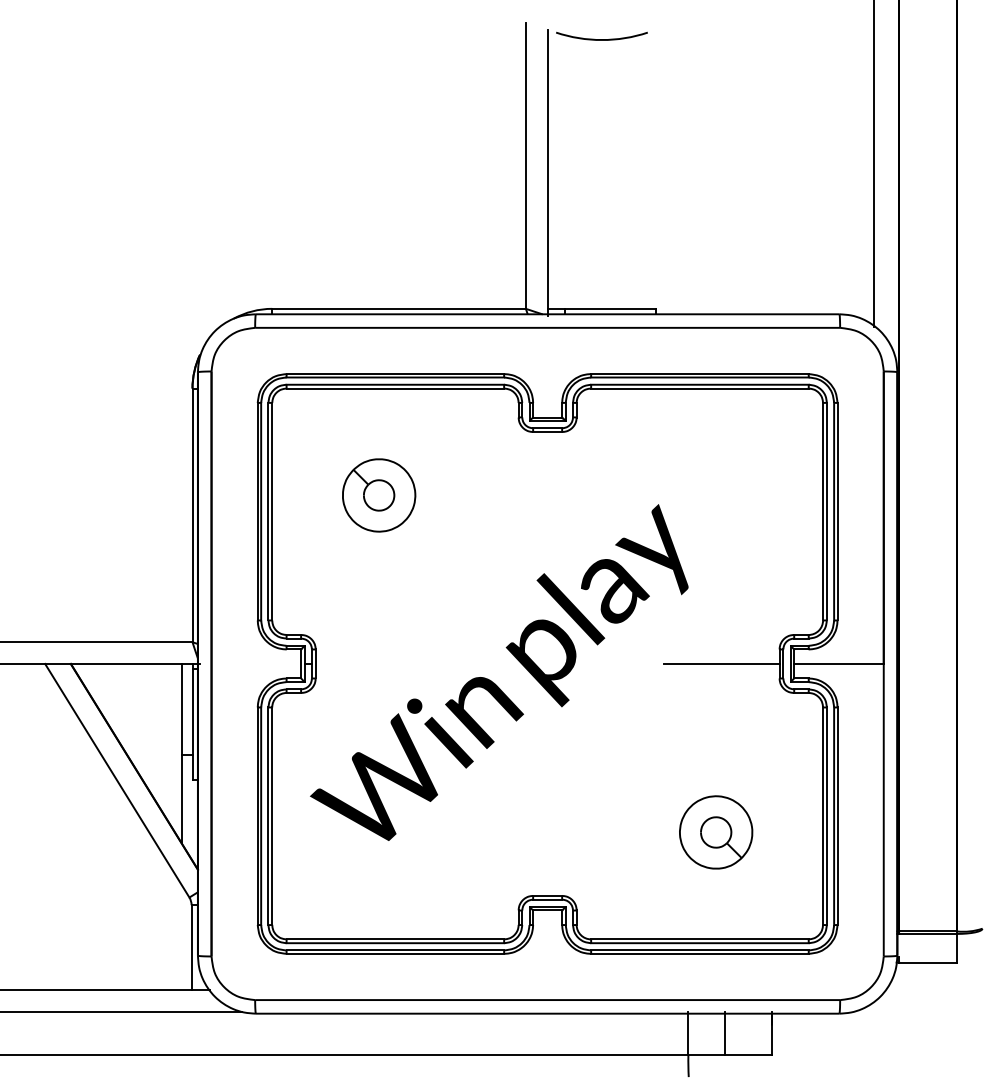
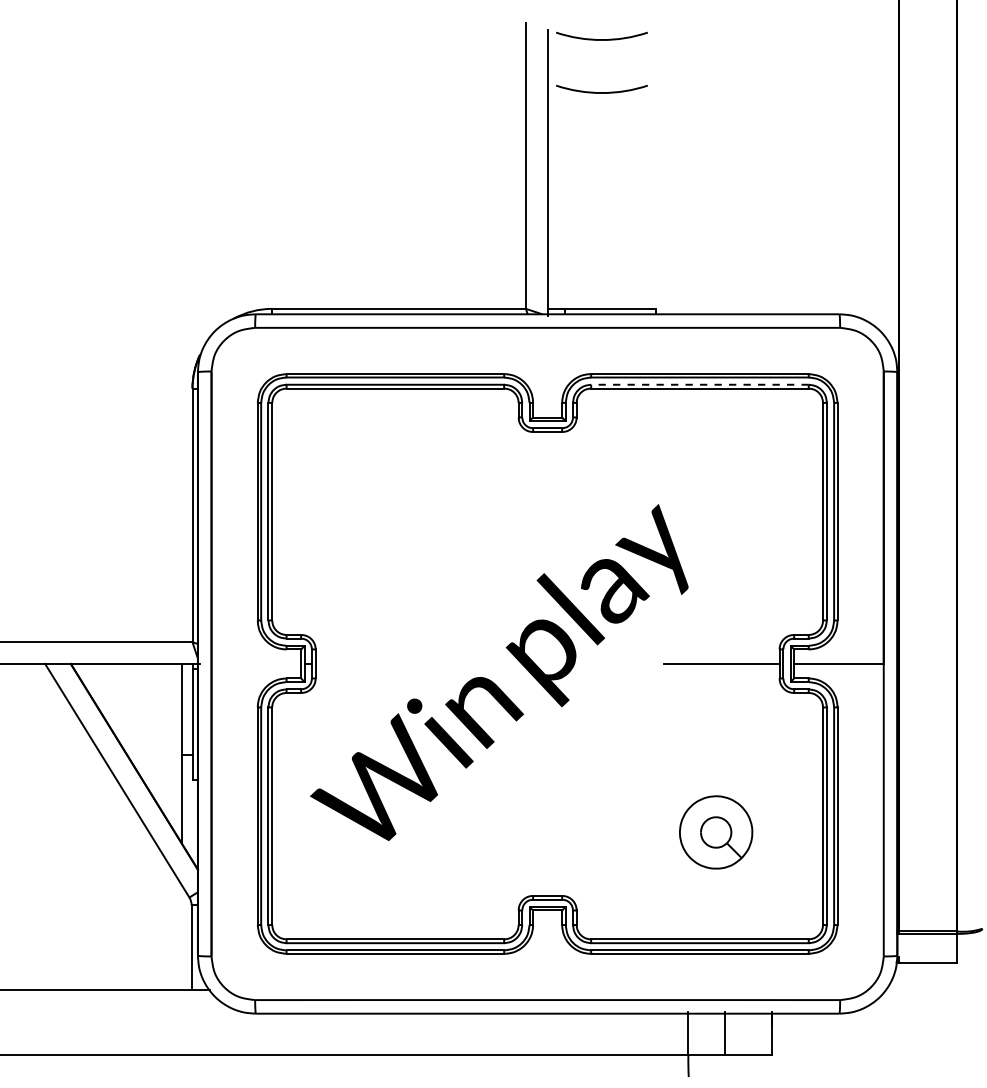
arc at (601, 92): none -> present
line at (873, 164): present -> none
line at (699, 384): solid -> dashed
part at (379, 495): present -> none
line at (122, 1011): present -> none
